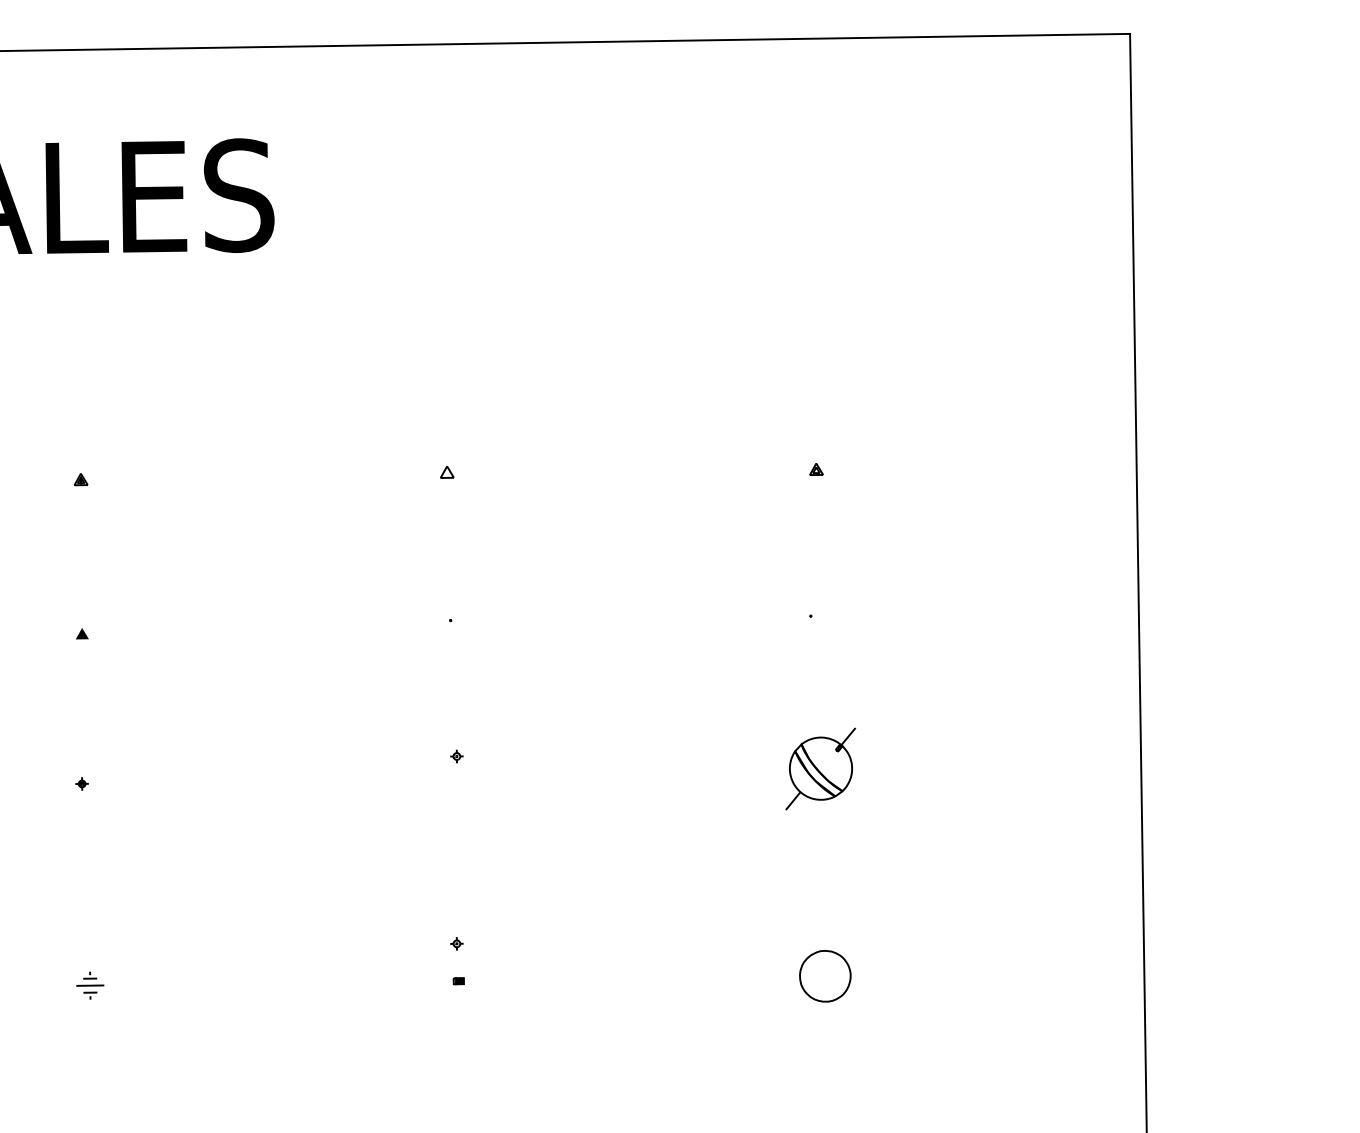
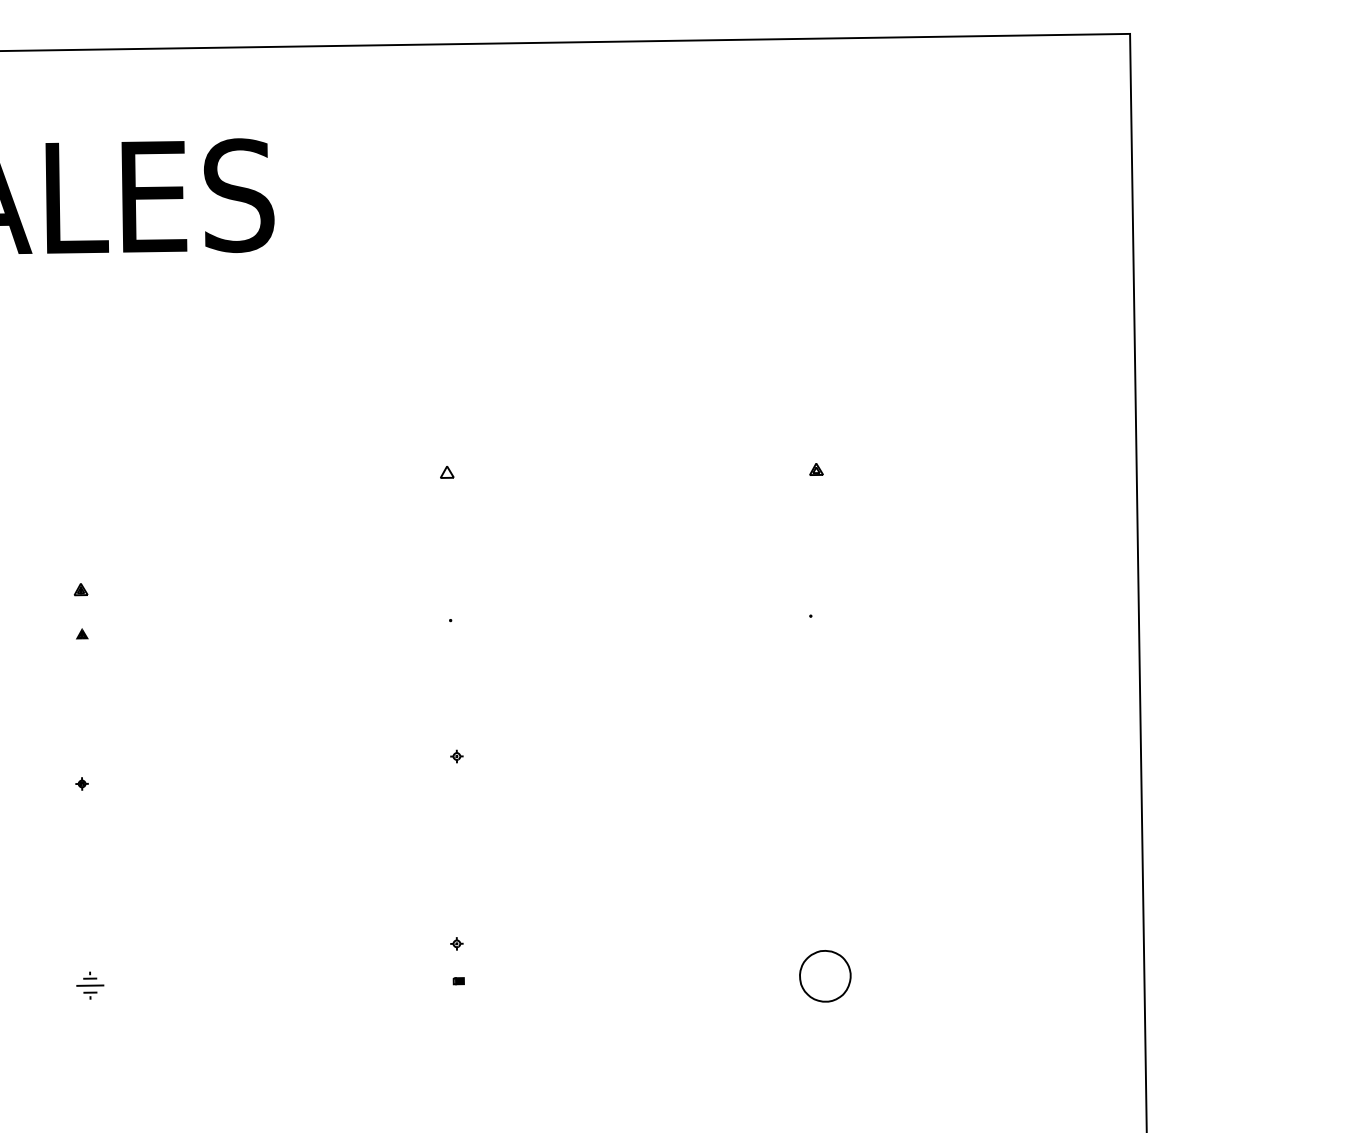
part at (80, 479) position: (80, 479) -> (80, 589)
part at (820, 768): present -> none
